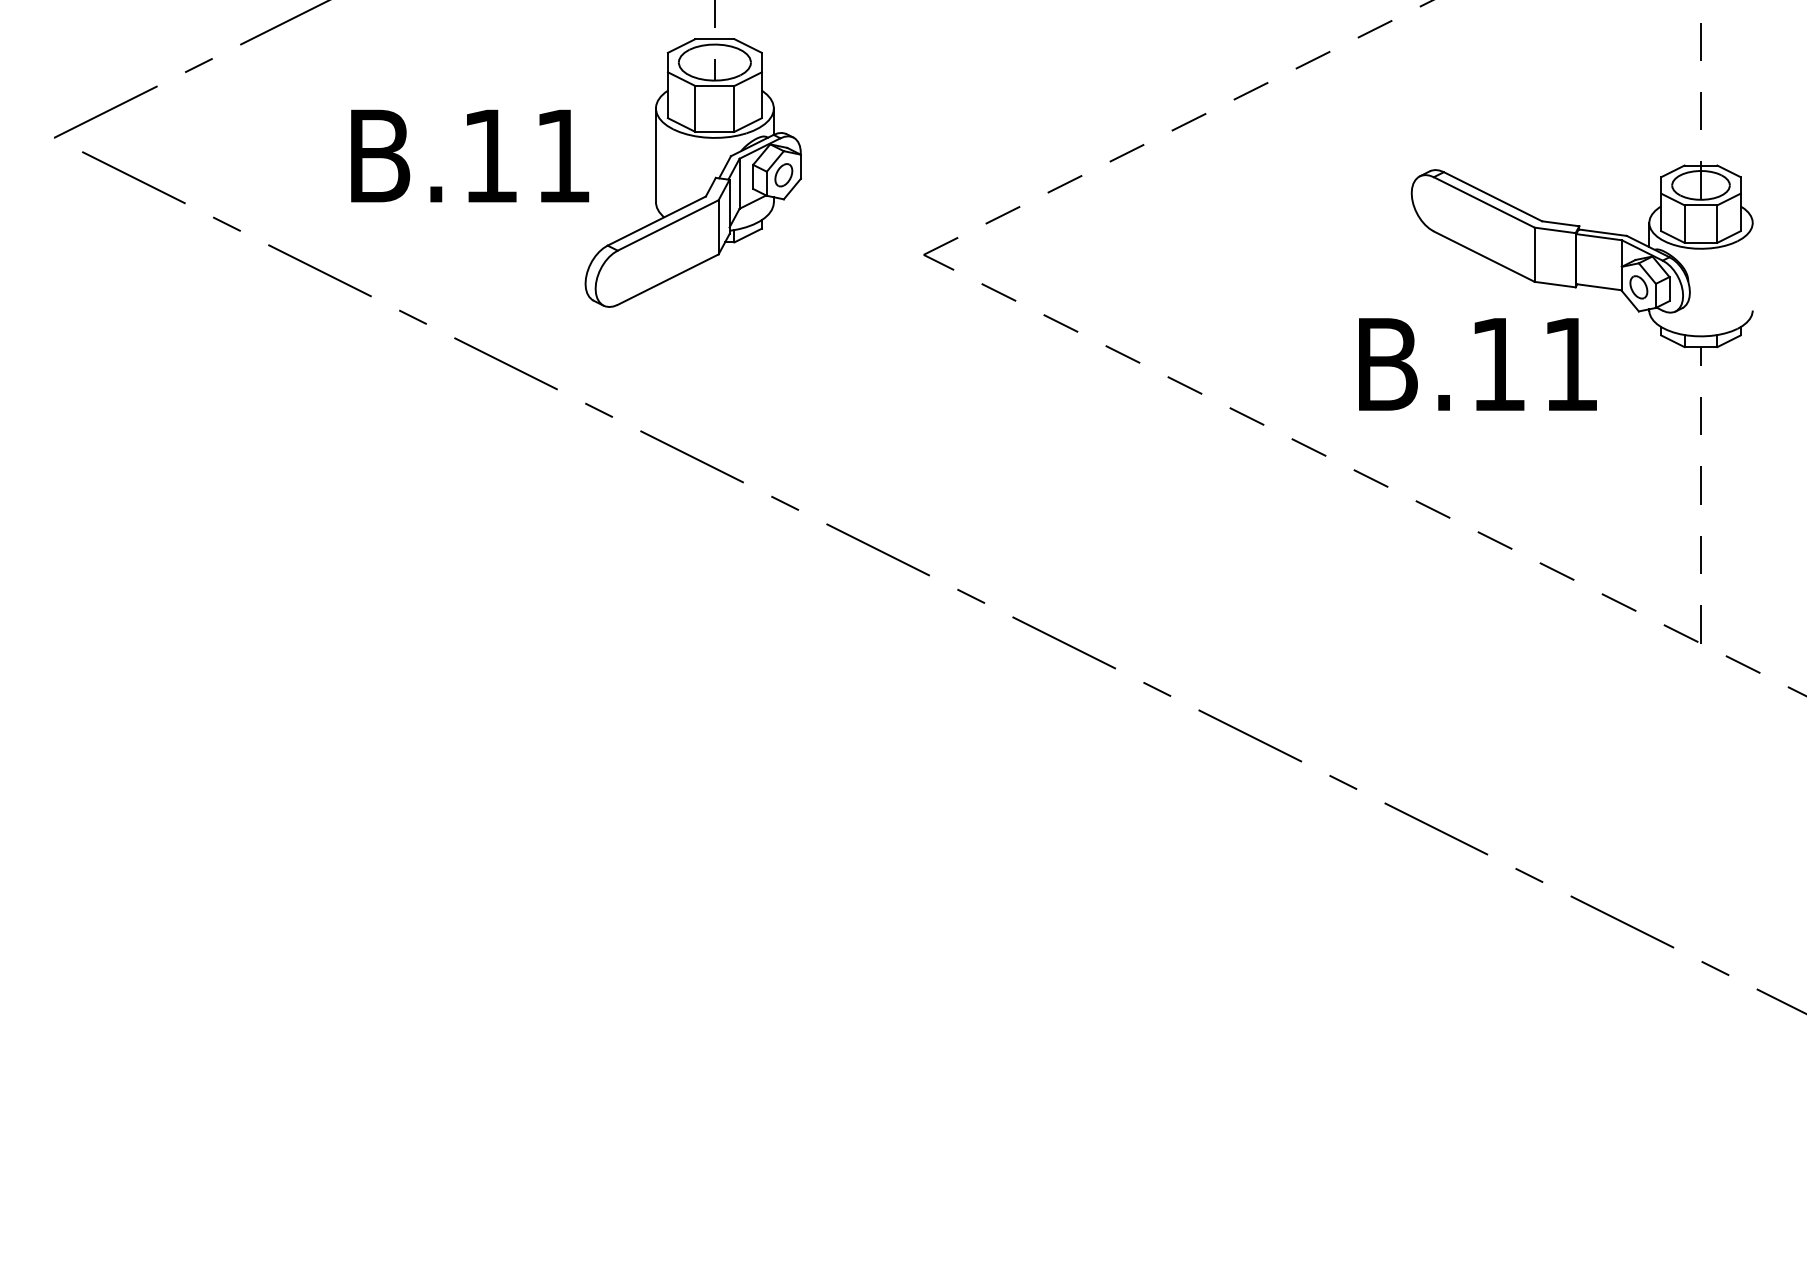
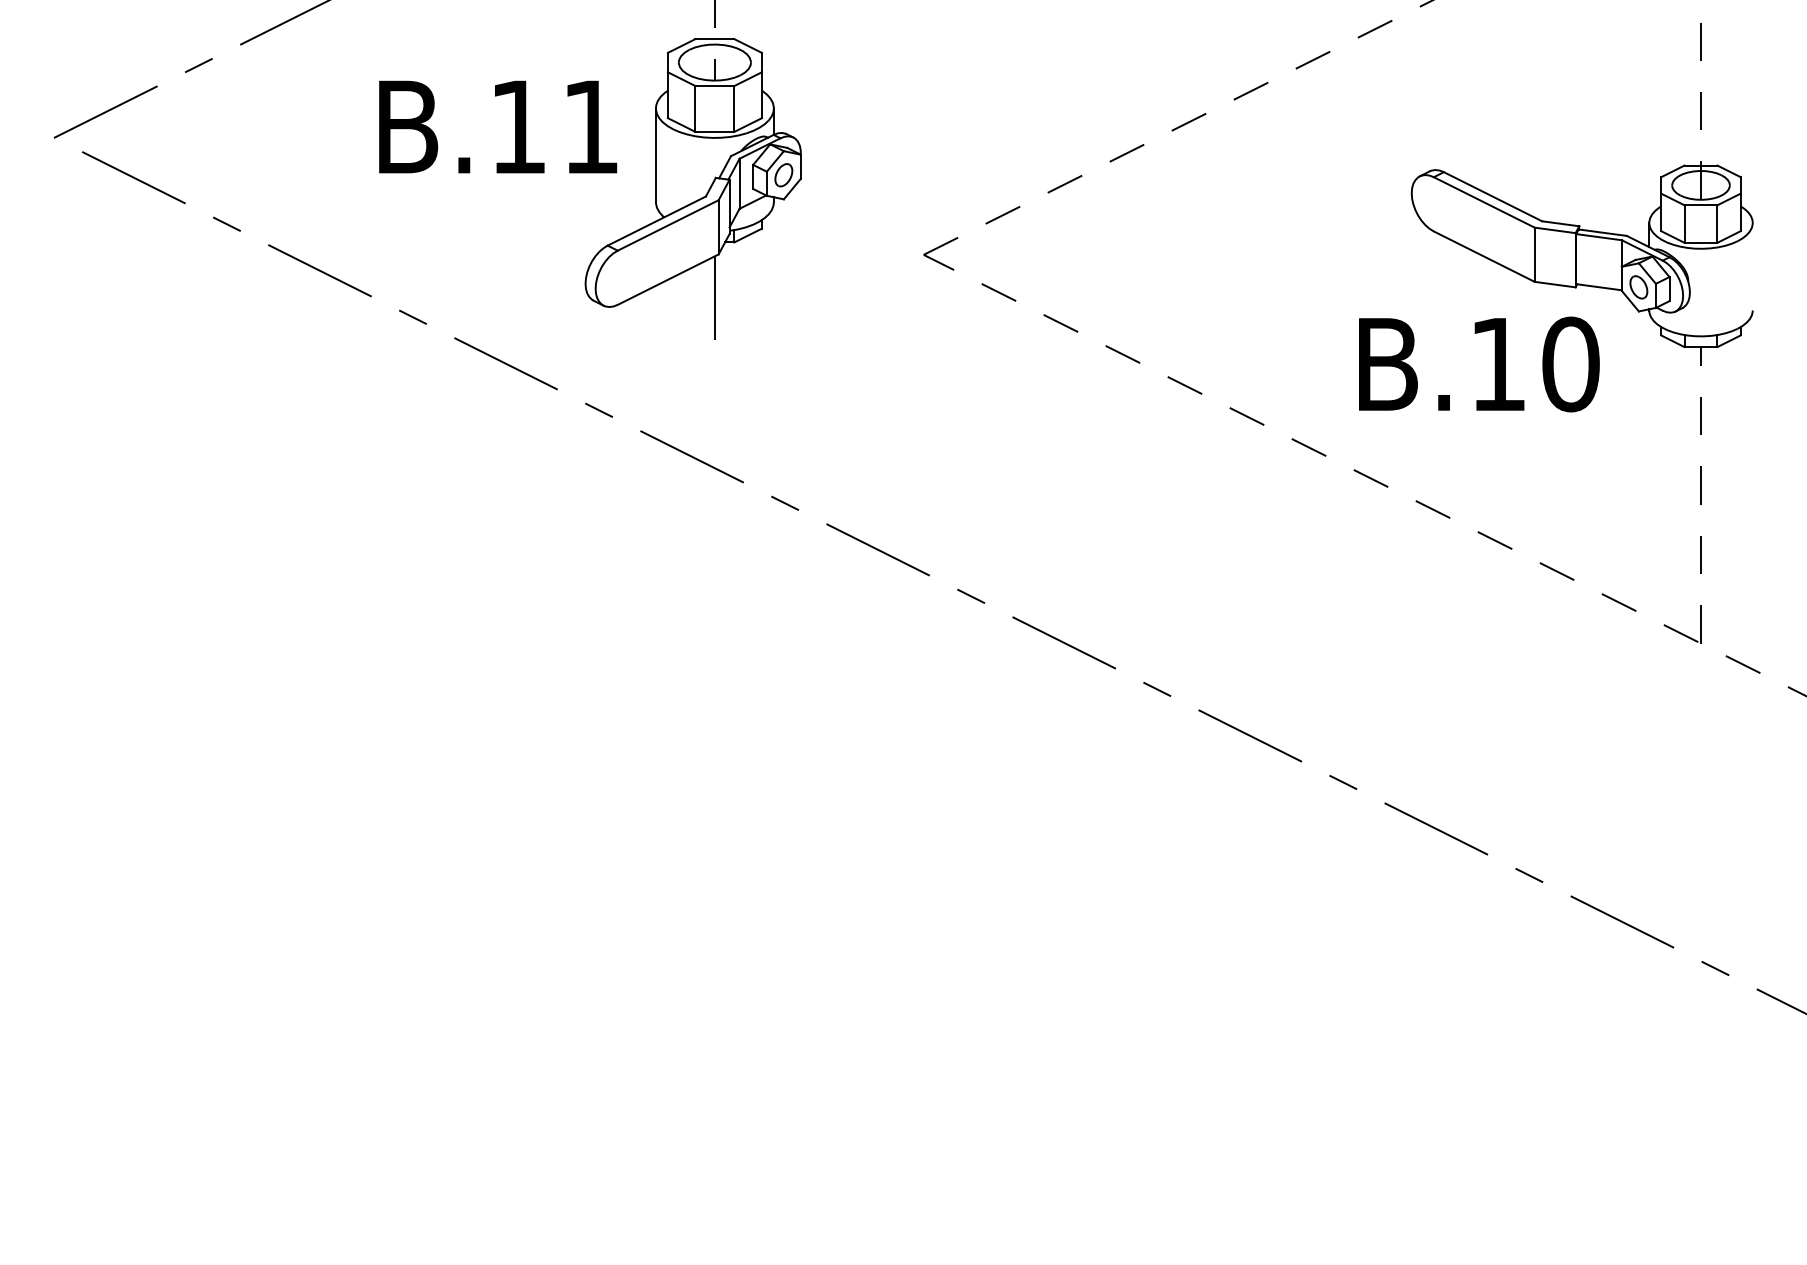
text at (470, 155) position: (470, 155) -> (498, 126)
line at (714, 297): none -> present
text at (1570, 364): B.11 -> B.10
